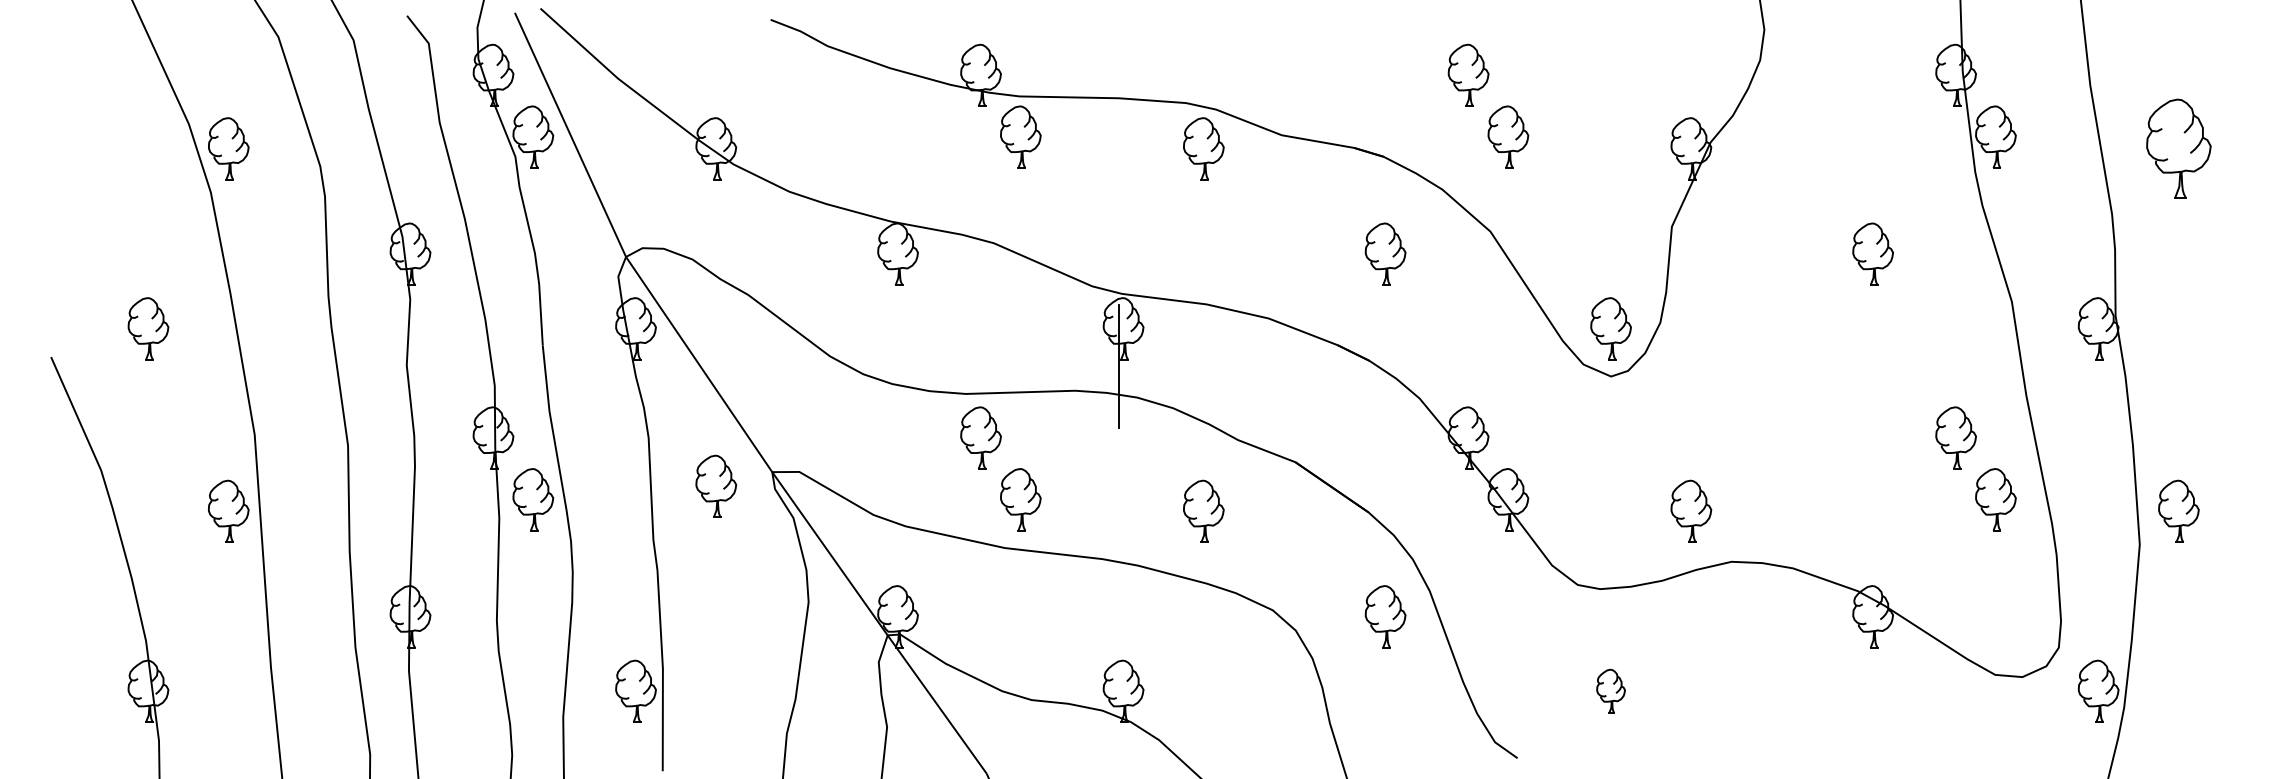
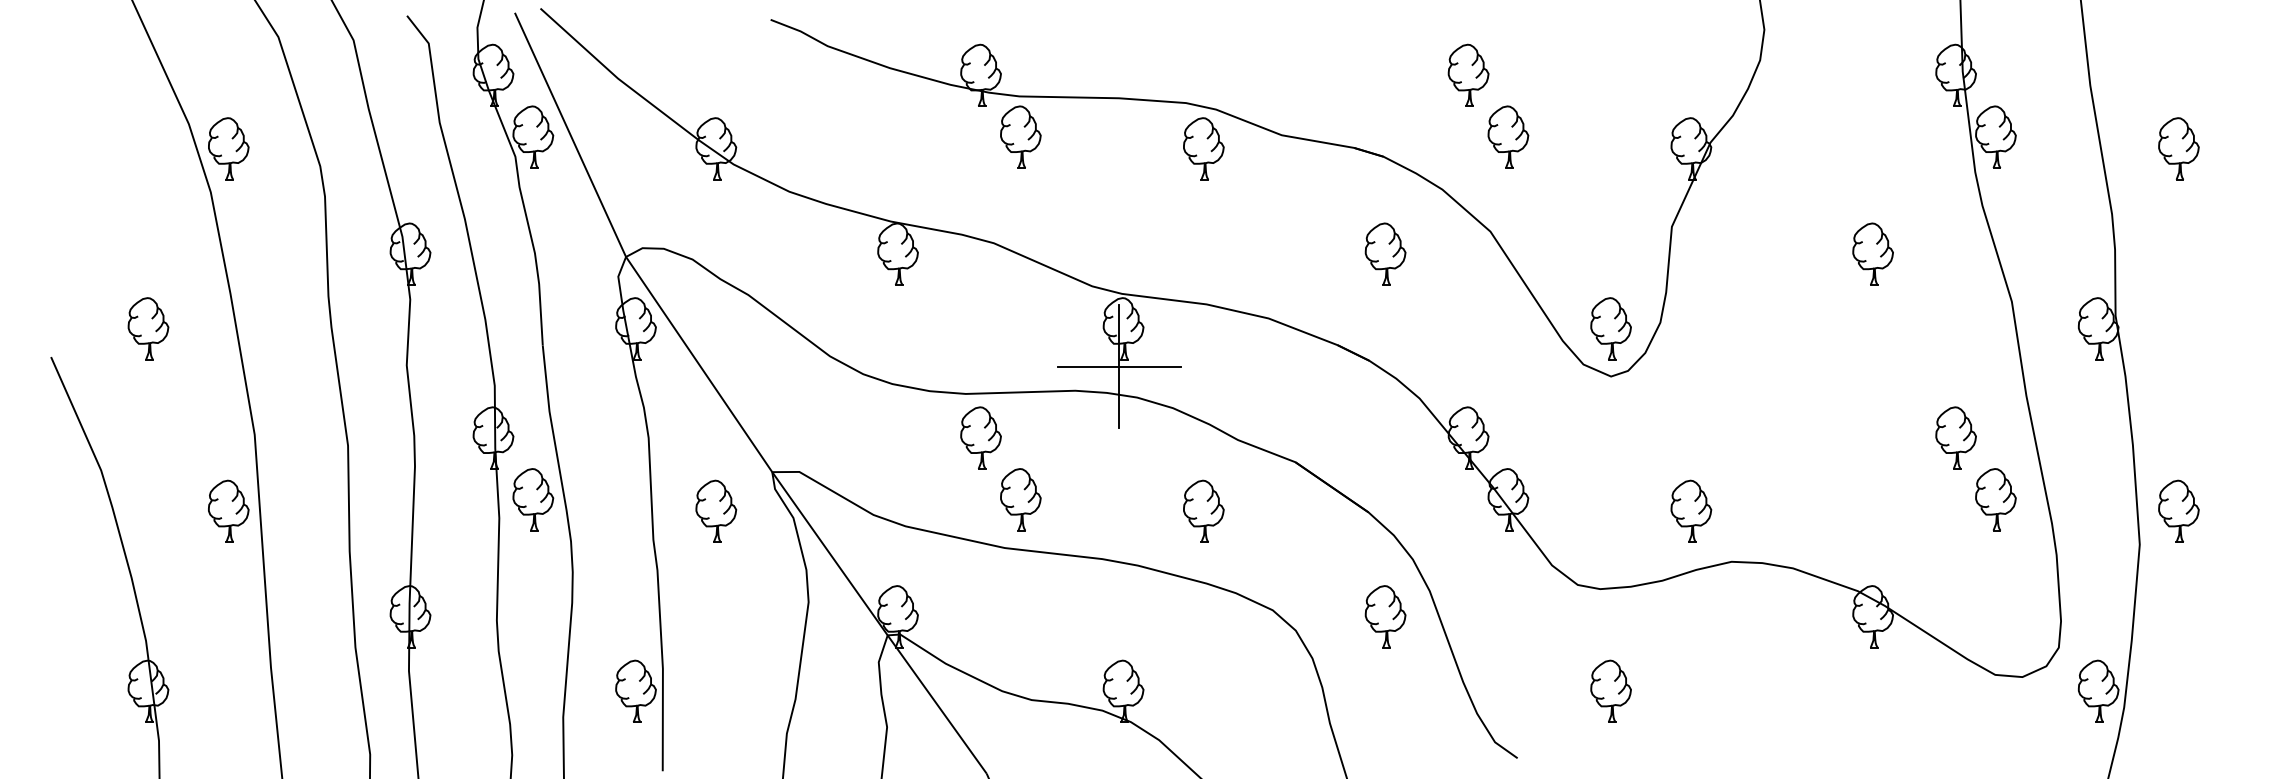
part at (2178, 148) size: 66x101 px -> 42x64 px
line at (1118, 366): none -> present
part at (716, 485) position: (716, 485) -> (716, 510)
part at (1610, 690) size: 30x46 px -> 42x64 px
